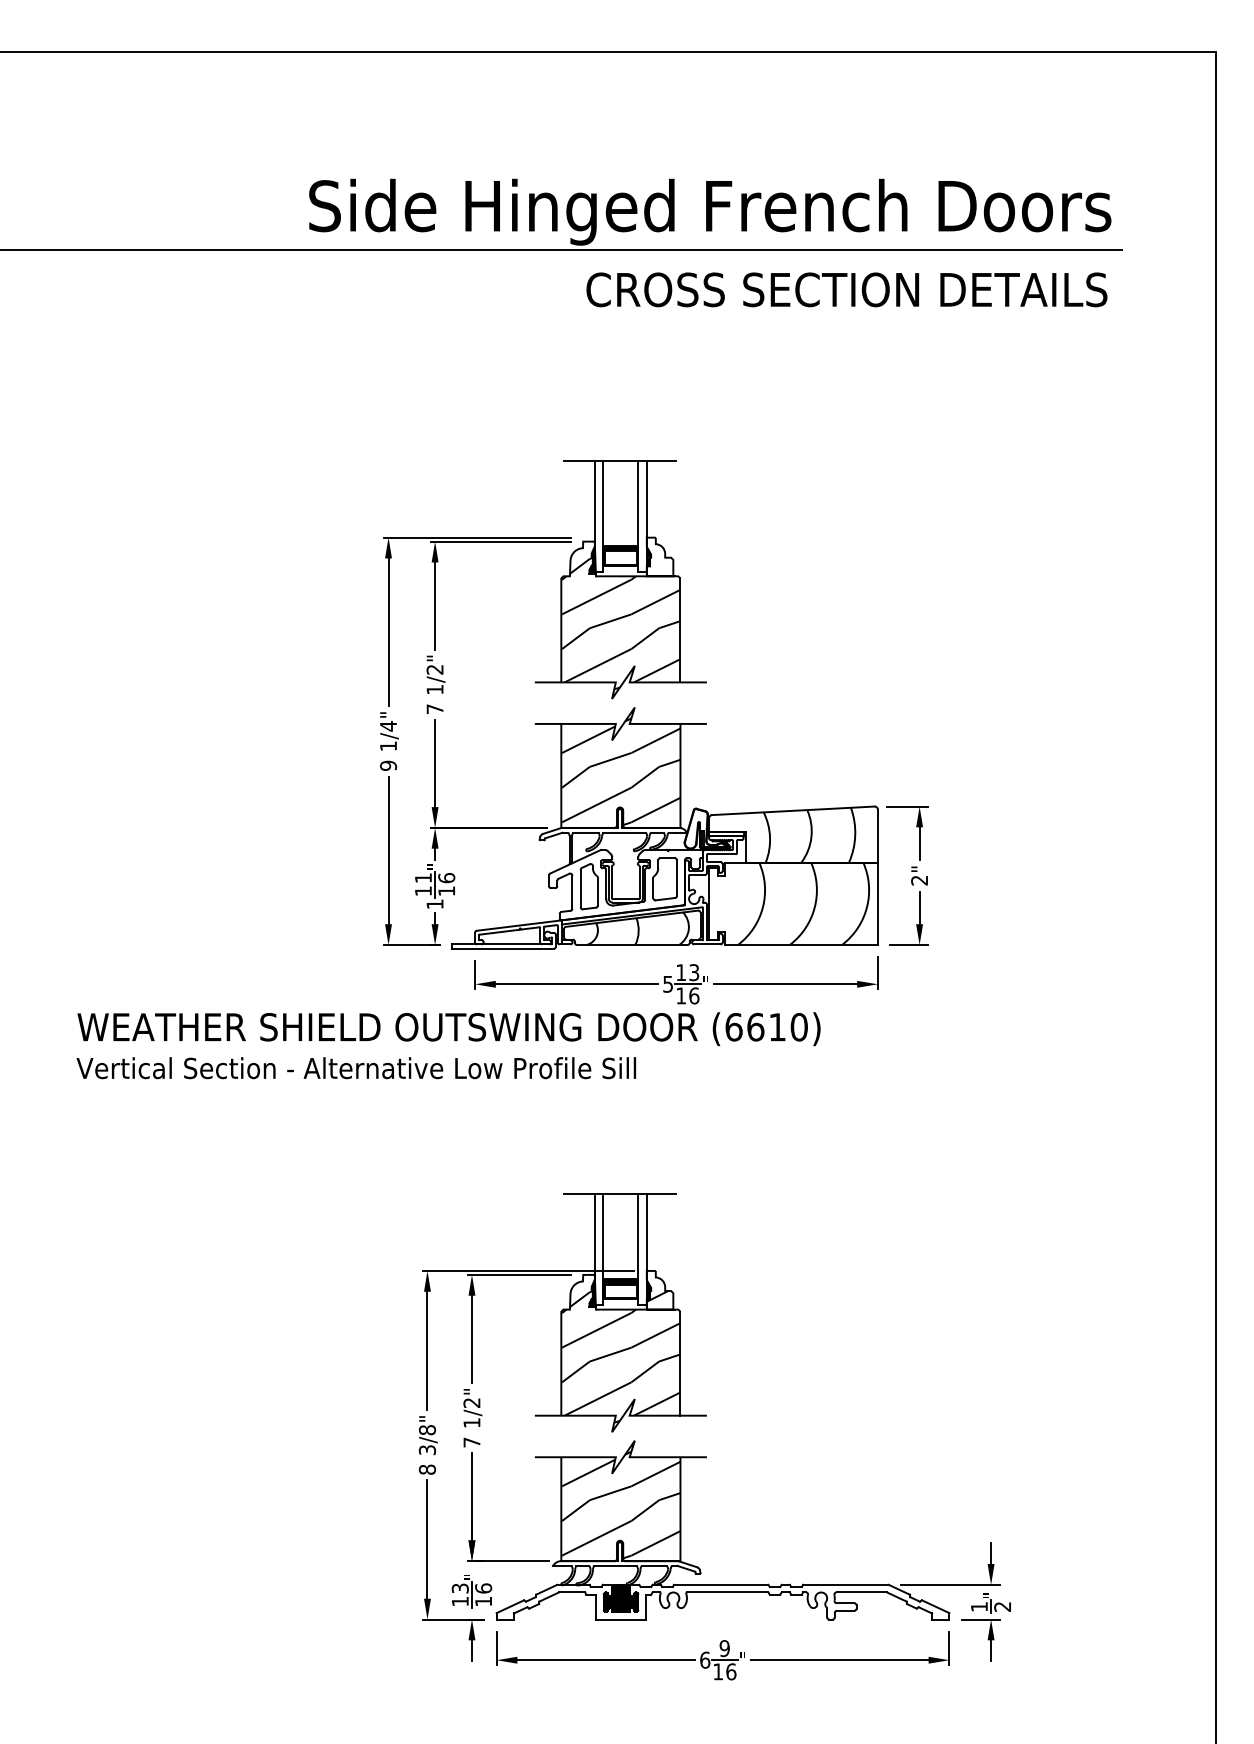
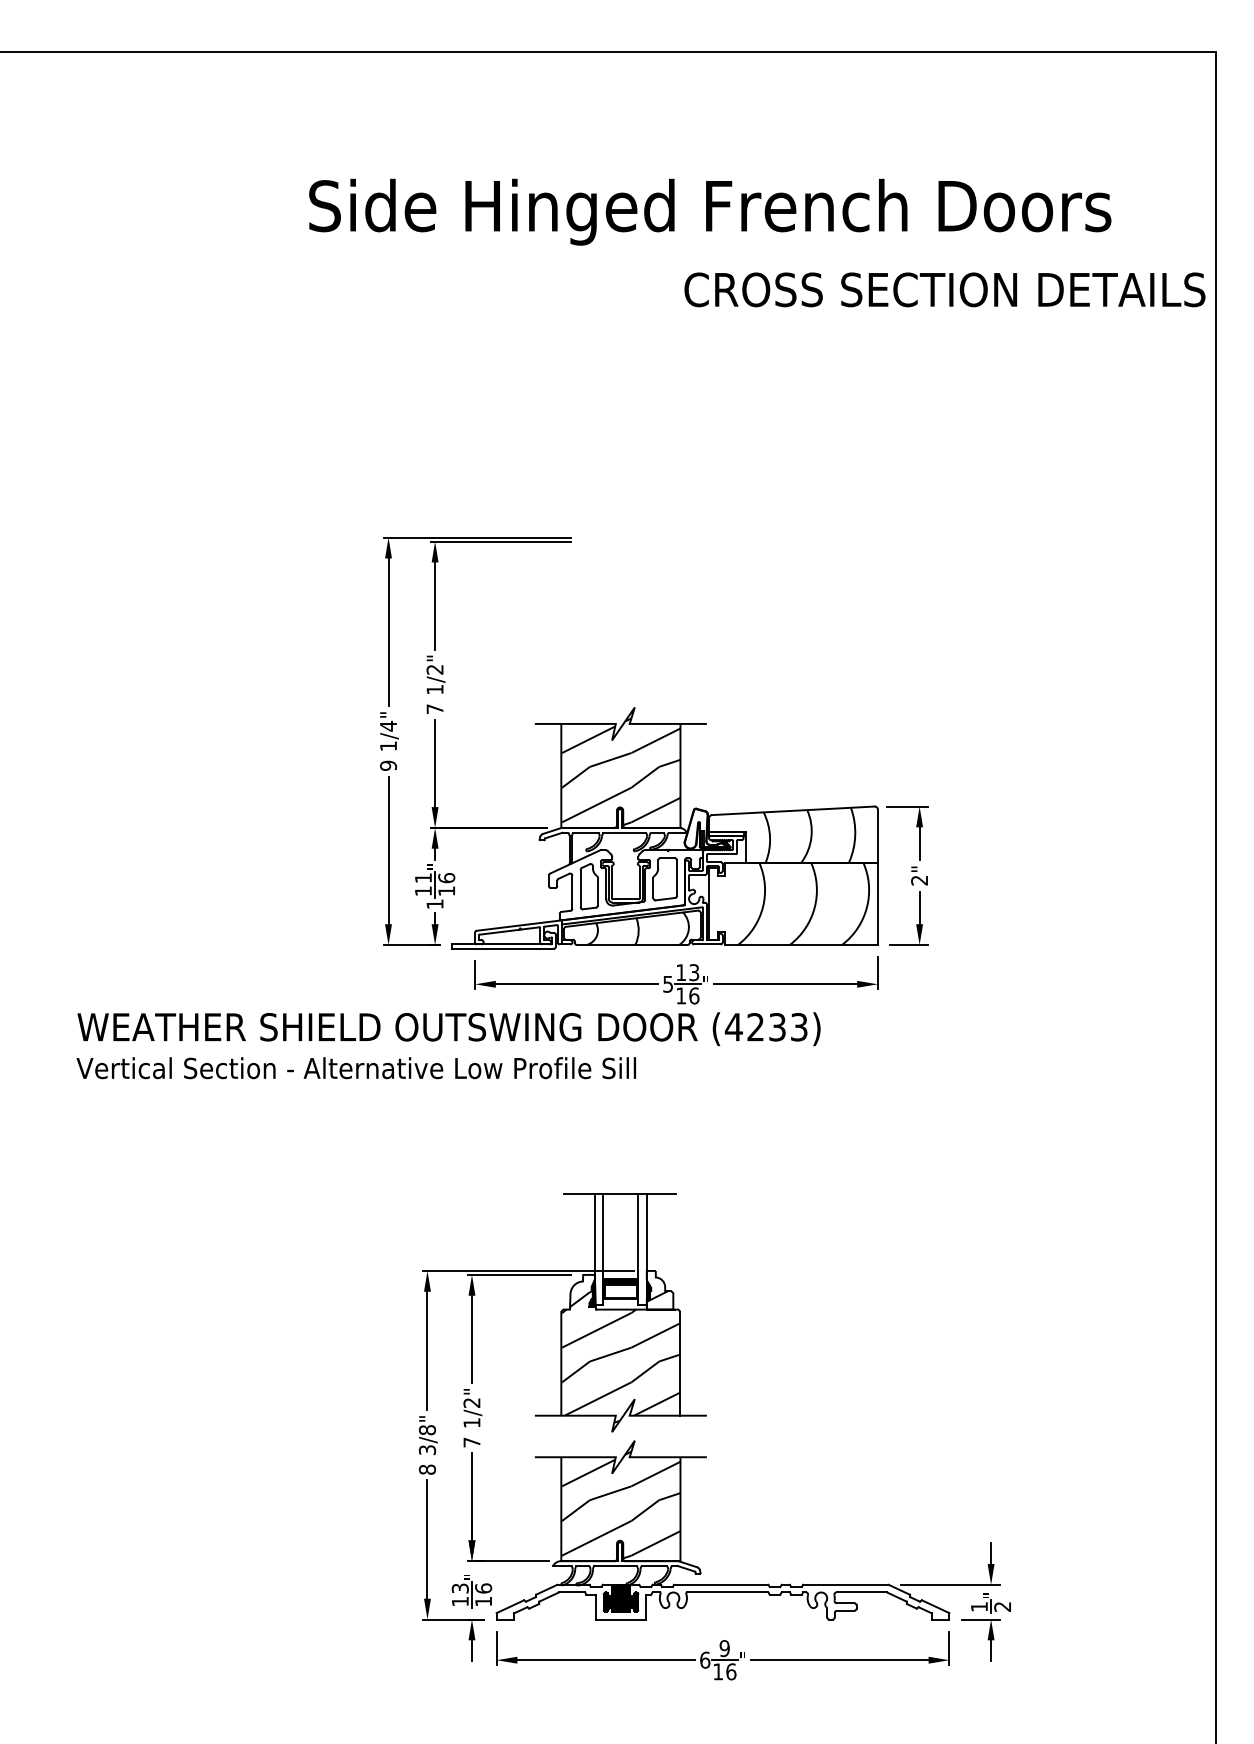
line at (561, 249): present -> none
text at (846, 289) position: (846, 289) -> (944, 289)
part at (620, 579): present -> none
text at (765, 1027): (6610) -> (4233)
